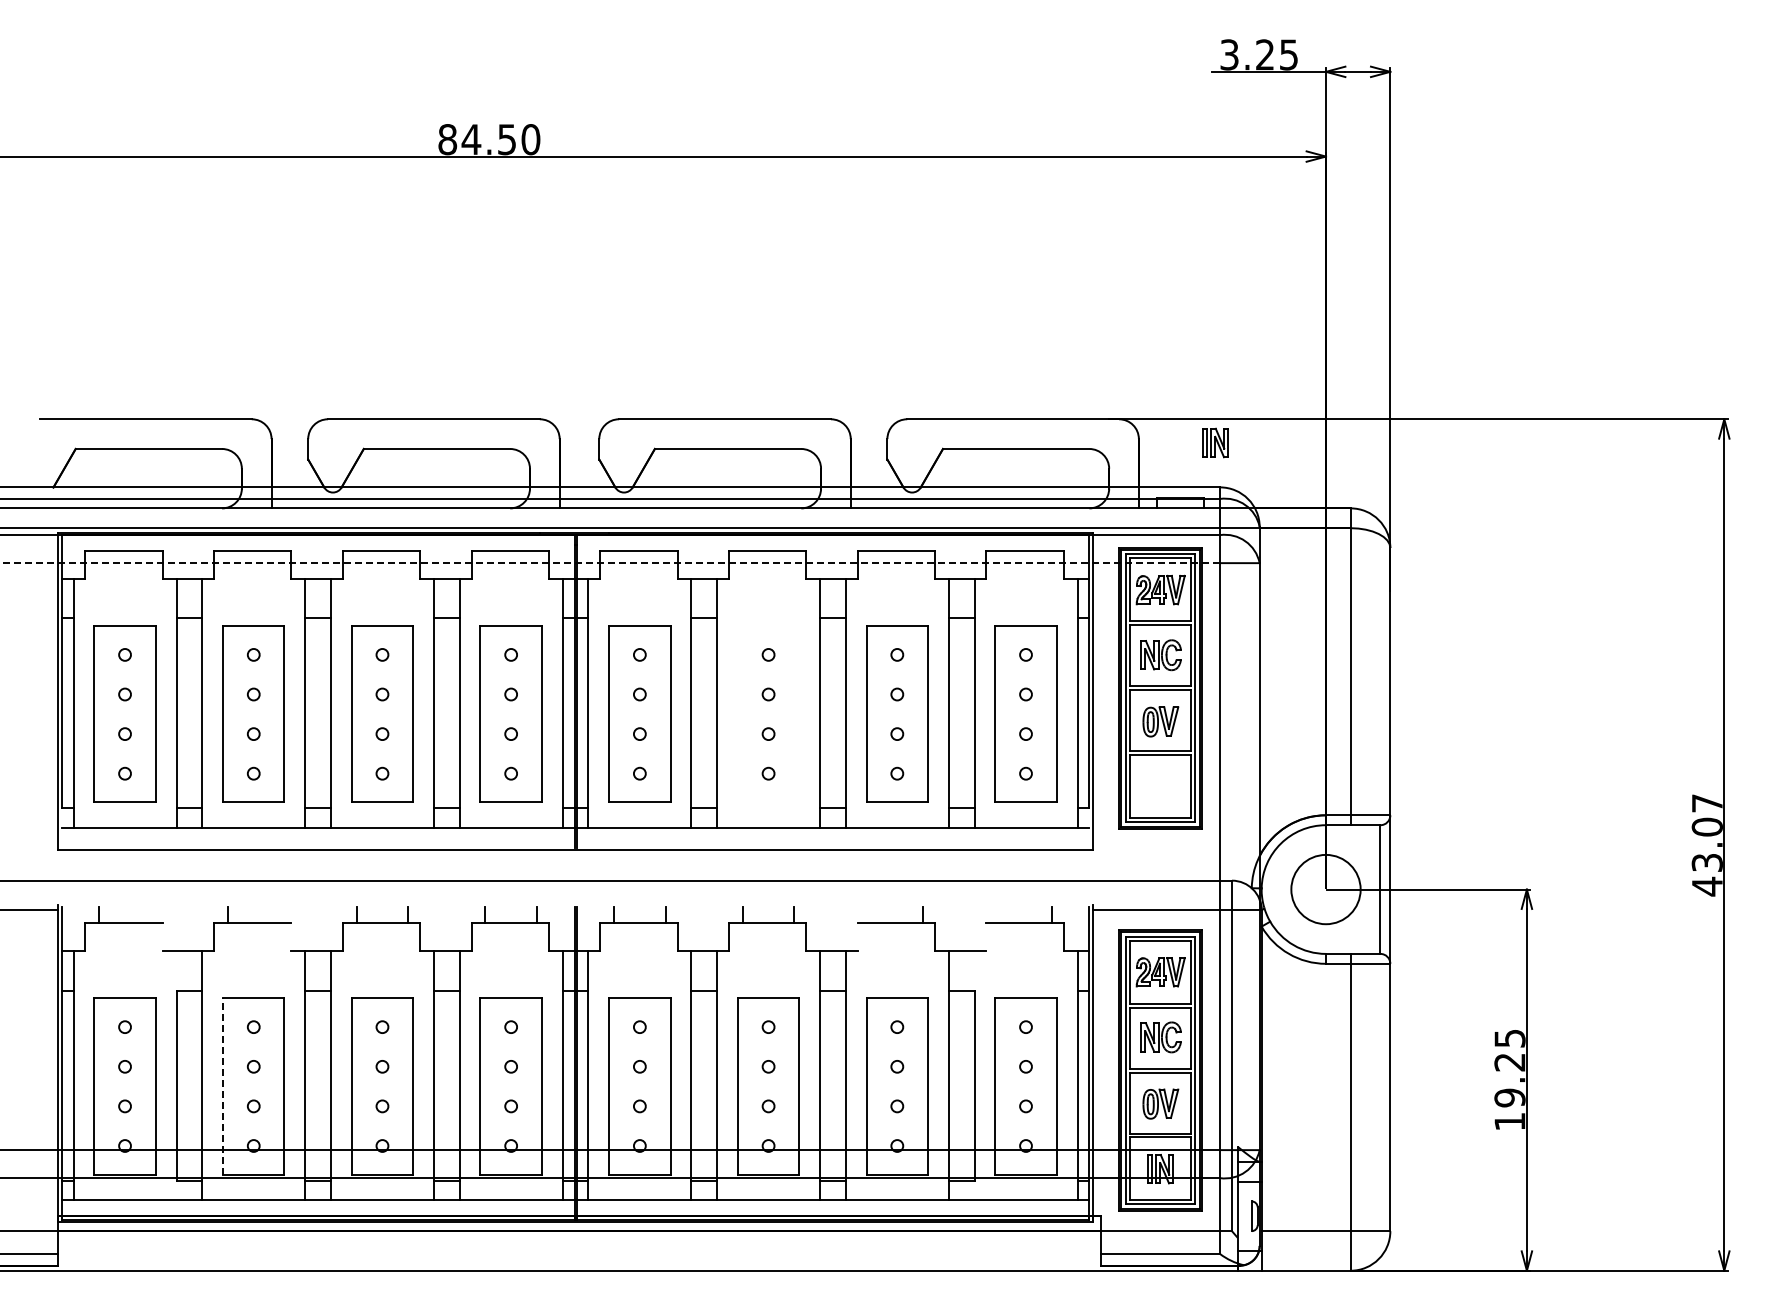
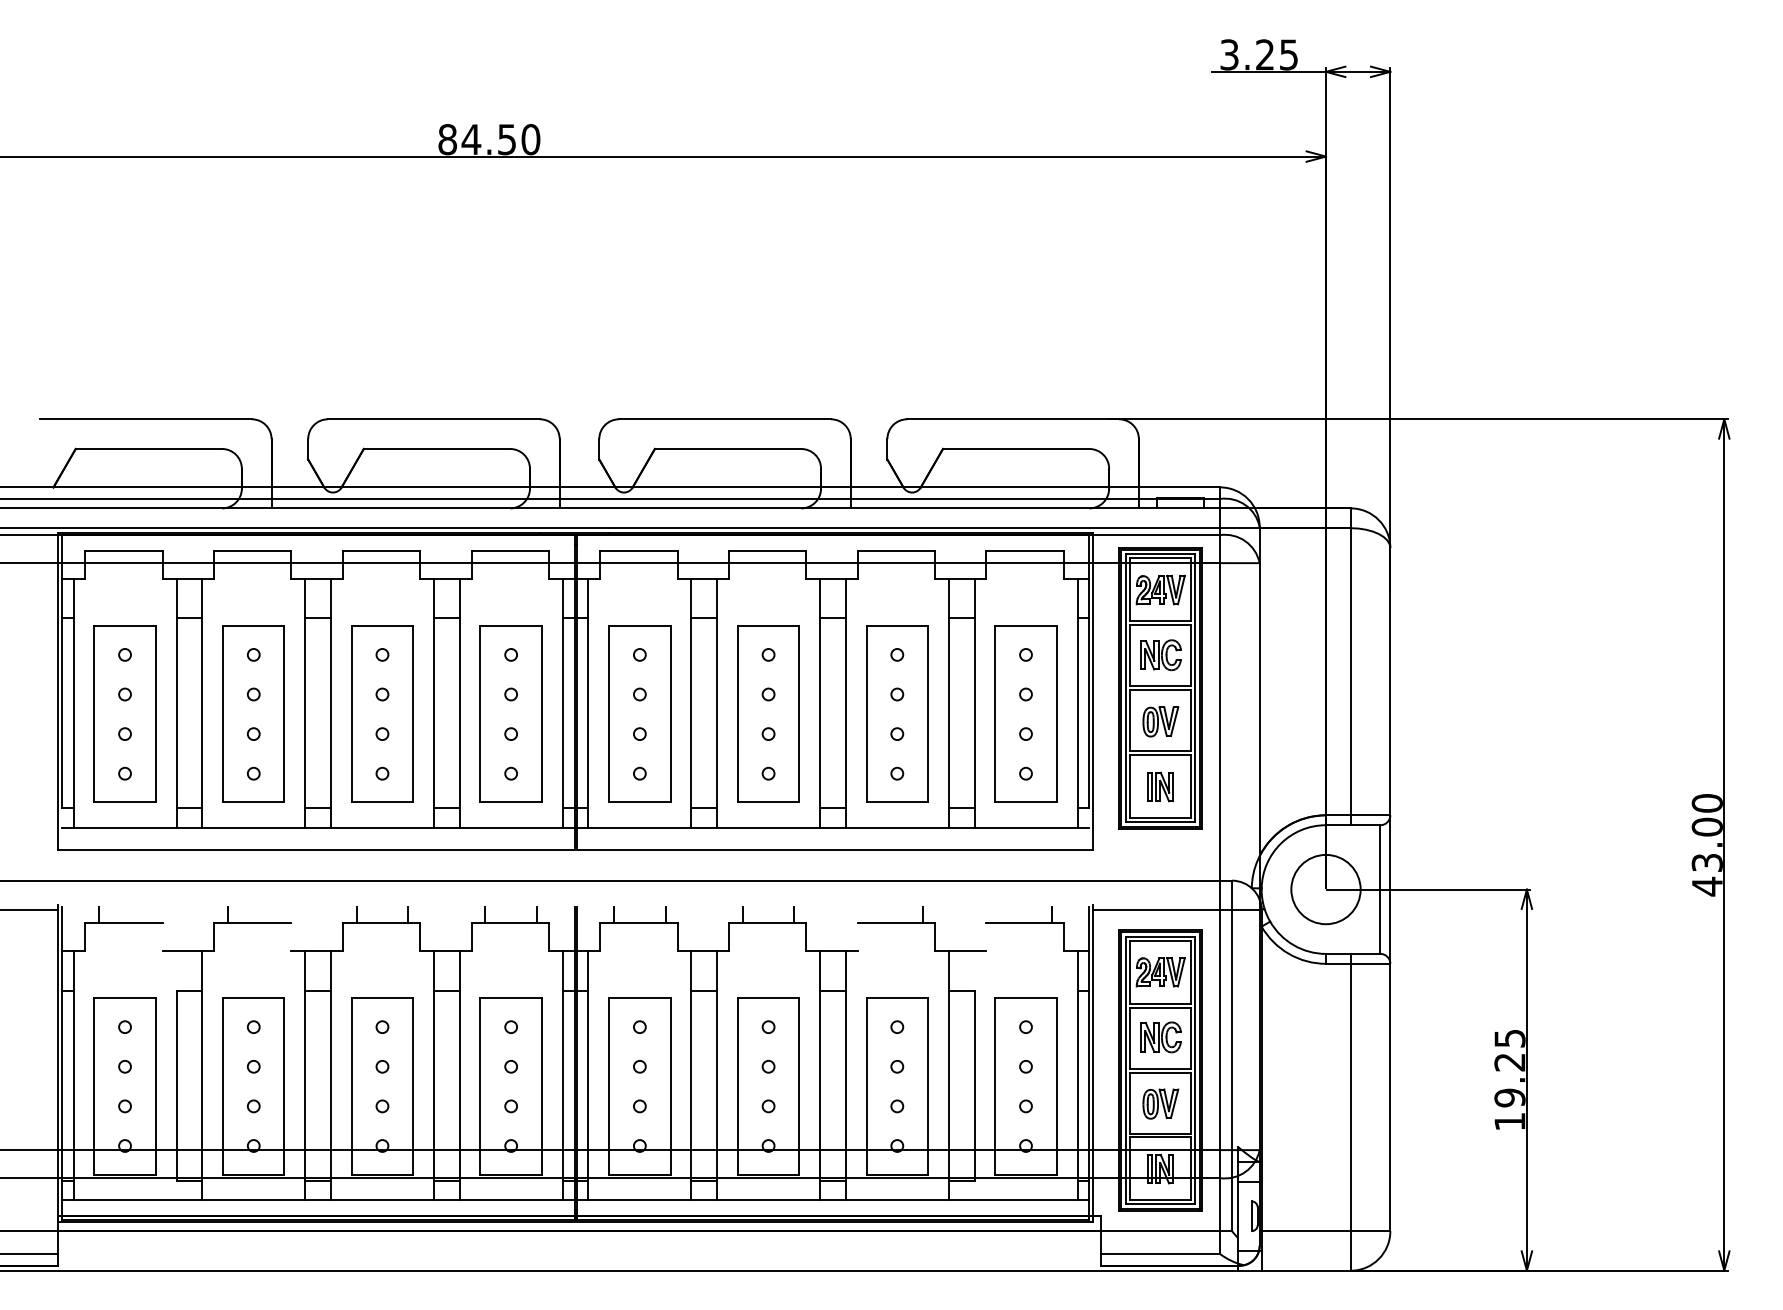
part at (1215, 442) position: (1215, 442) -> (1160, 786)
line at (610, 563): dashed -> solid
part at (768, 713): none -> present
text at (1706, 803): 43.07 -> 43.00
line at (223, 1086): dashed -> solid
